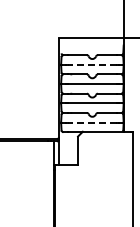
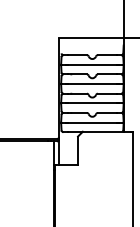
line at (92, 64): dashed -> solid
line at (92, 122): dashed -> solid
